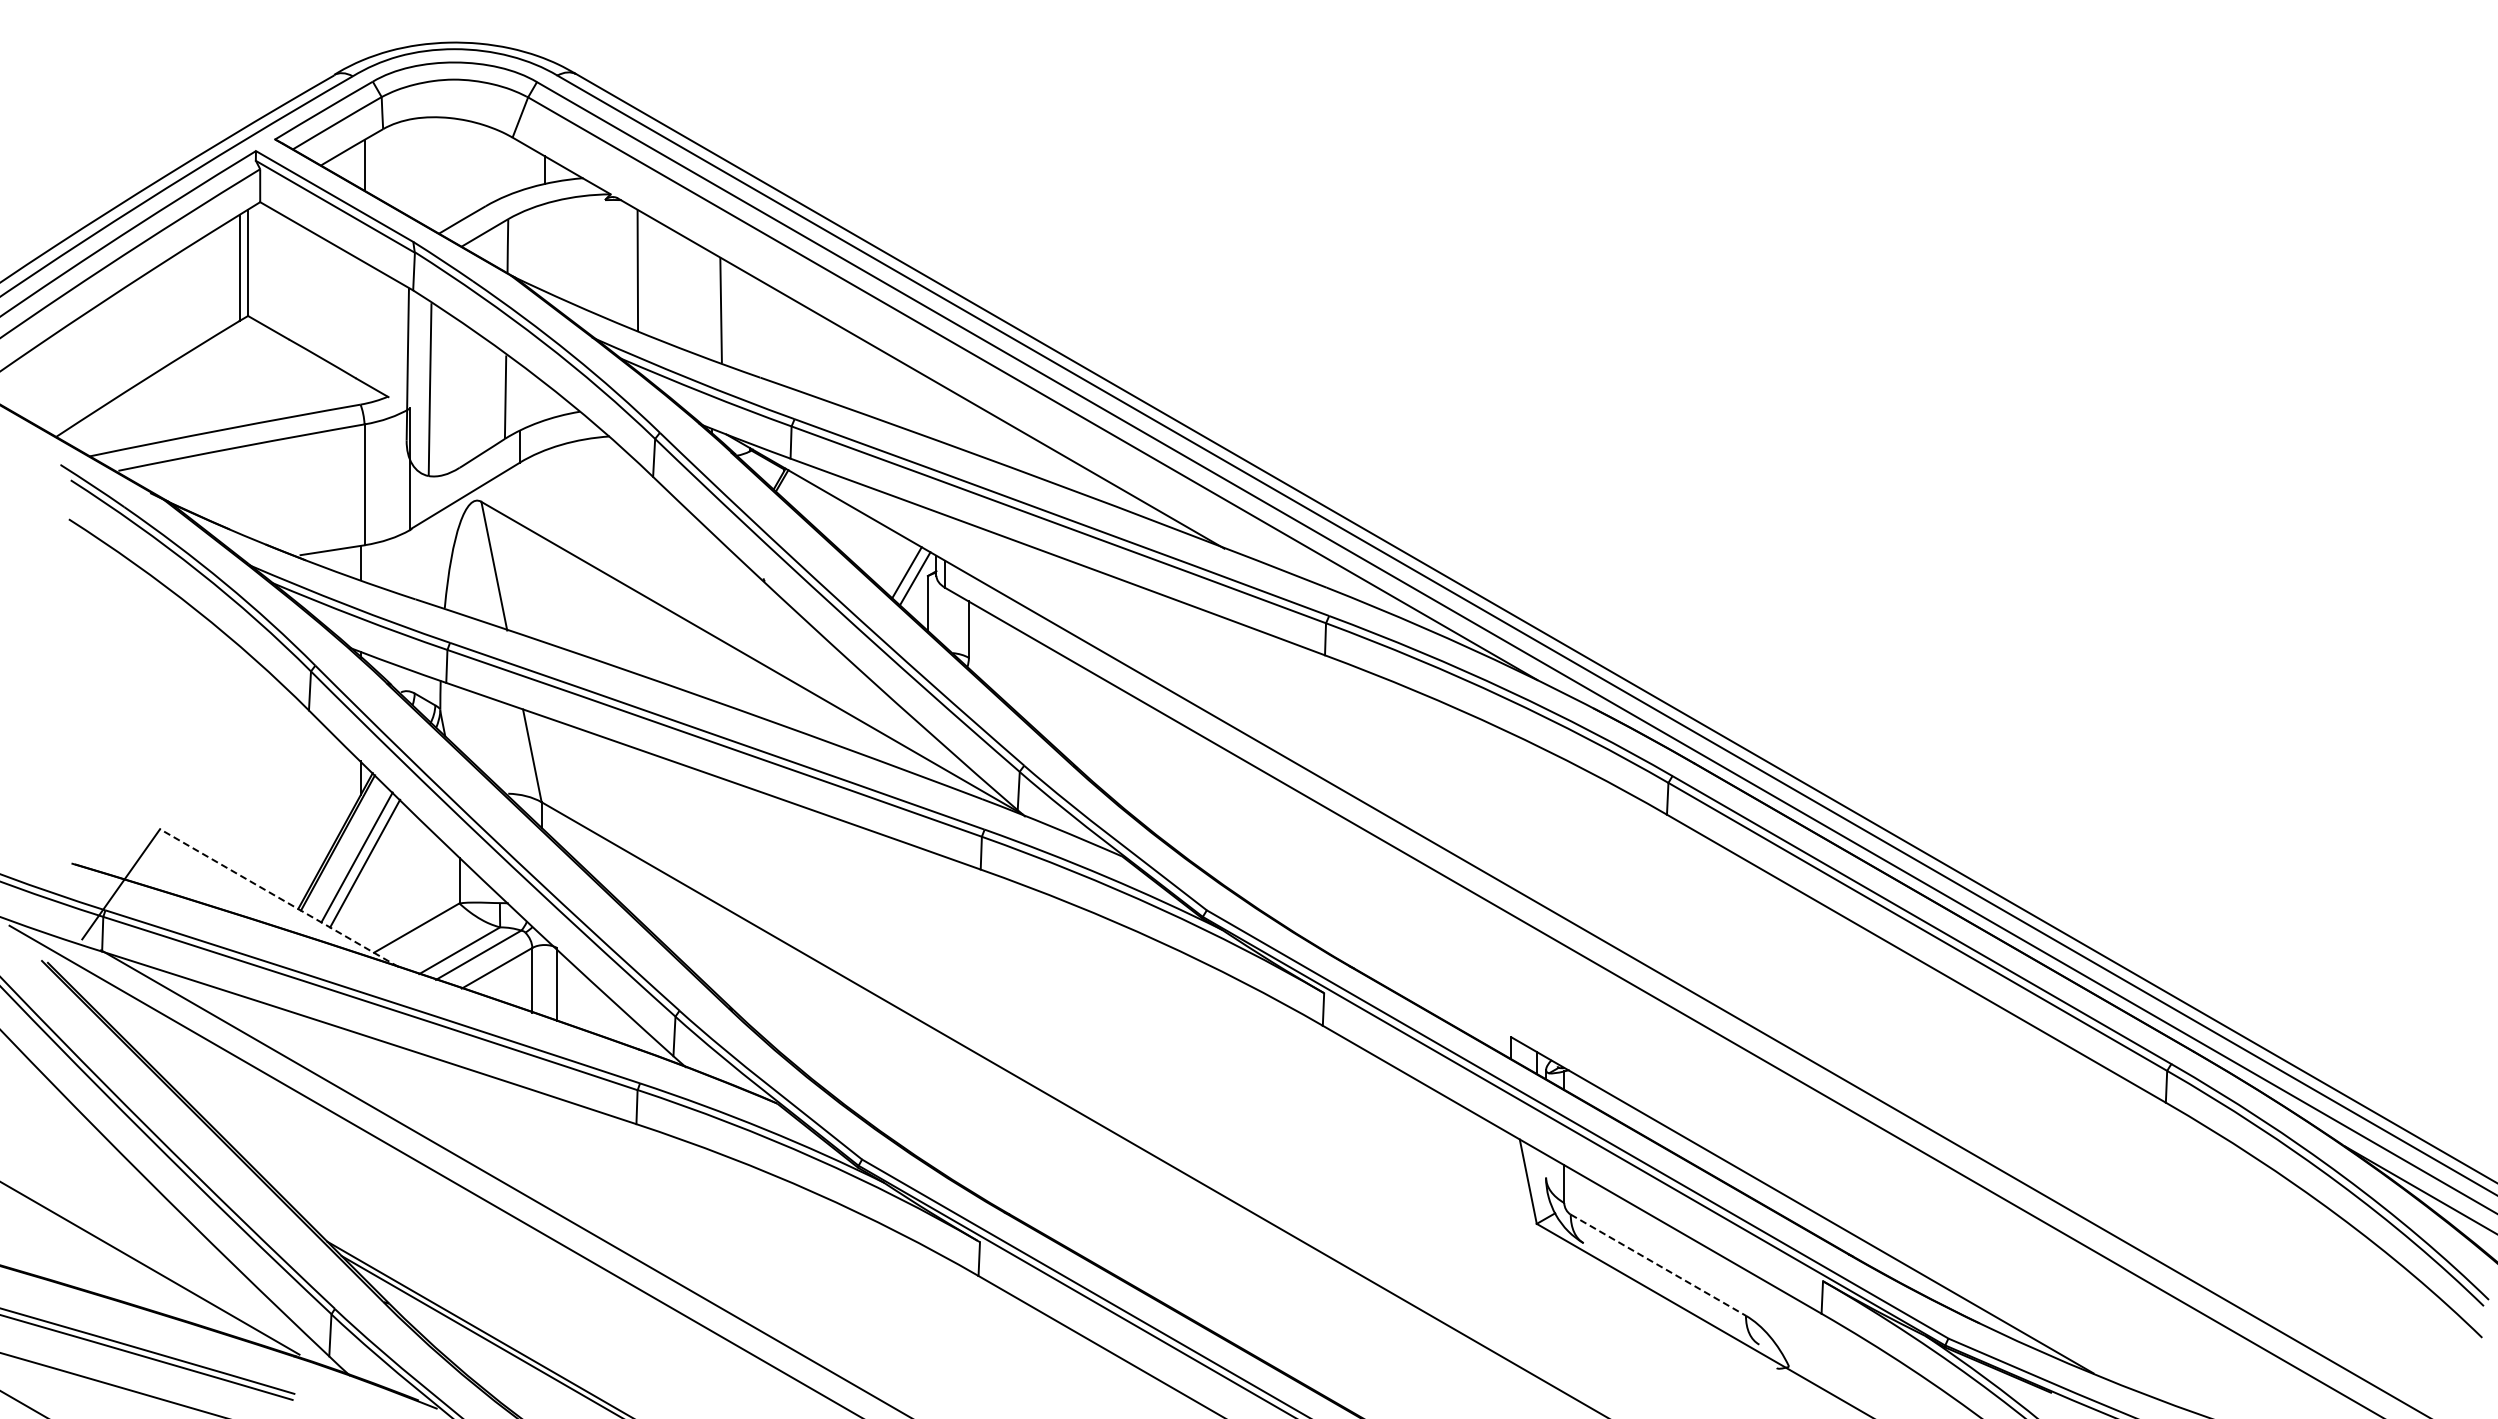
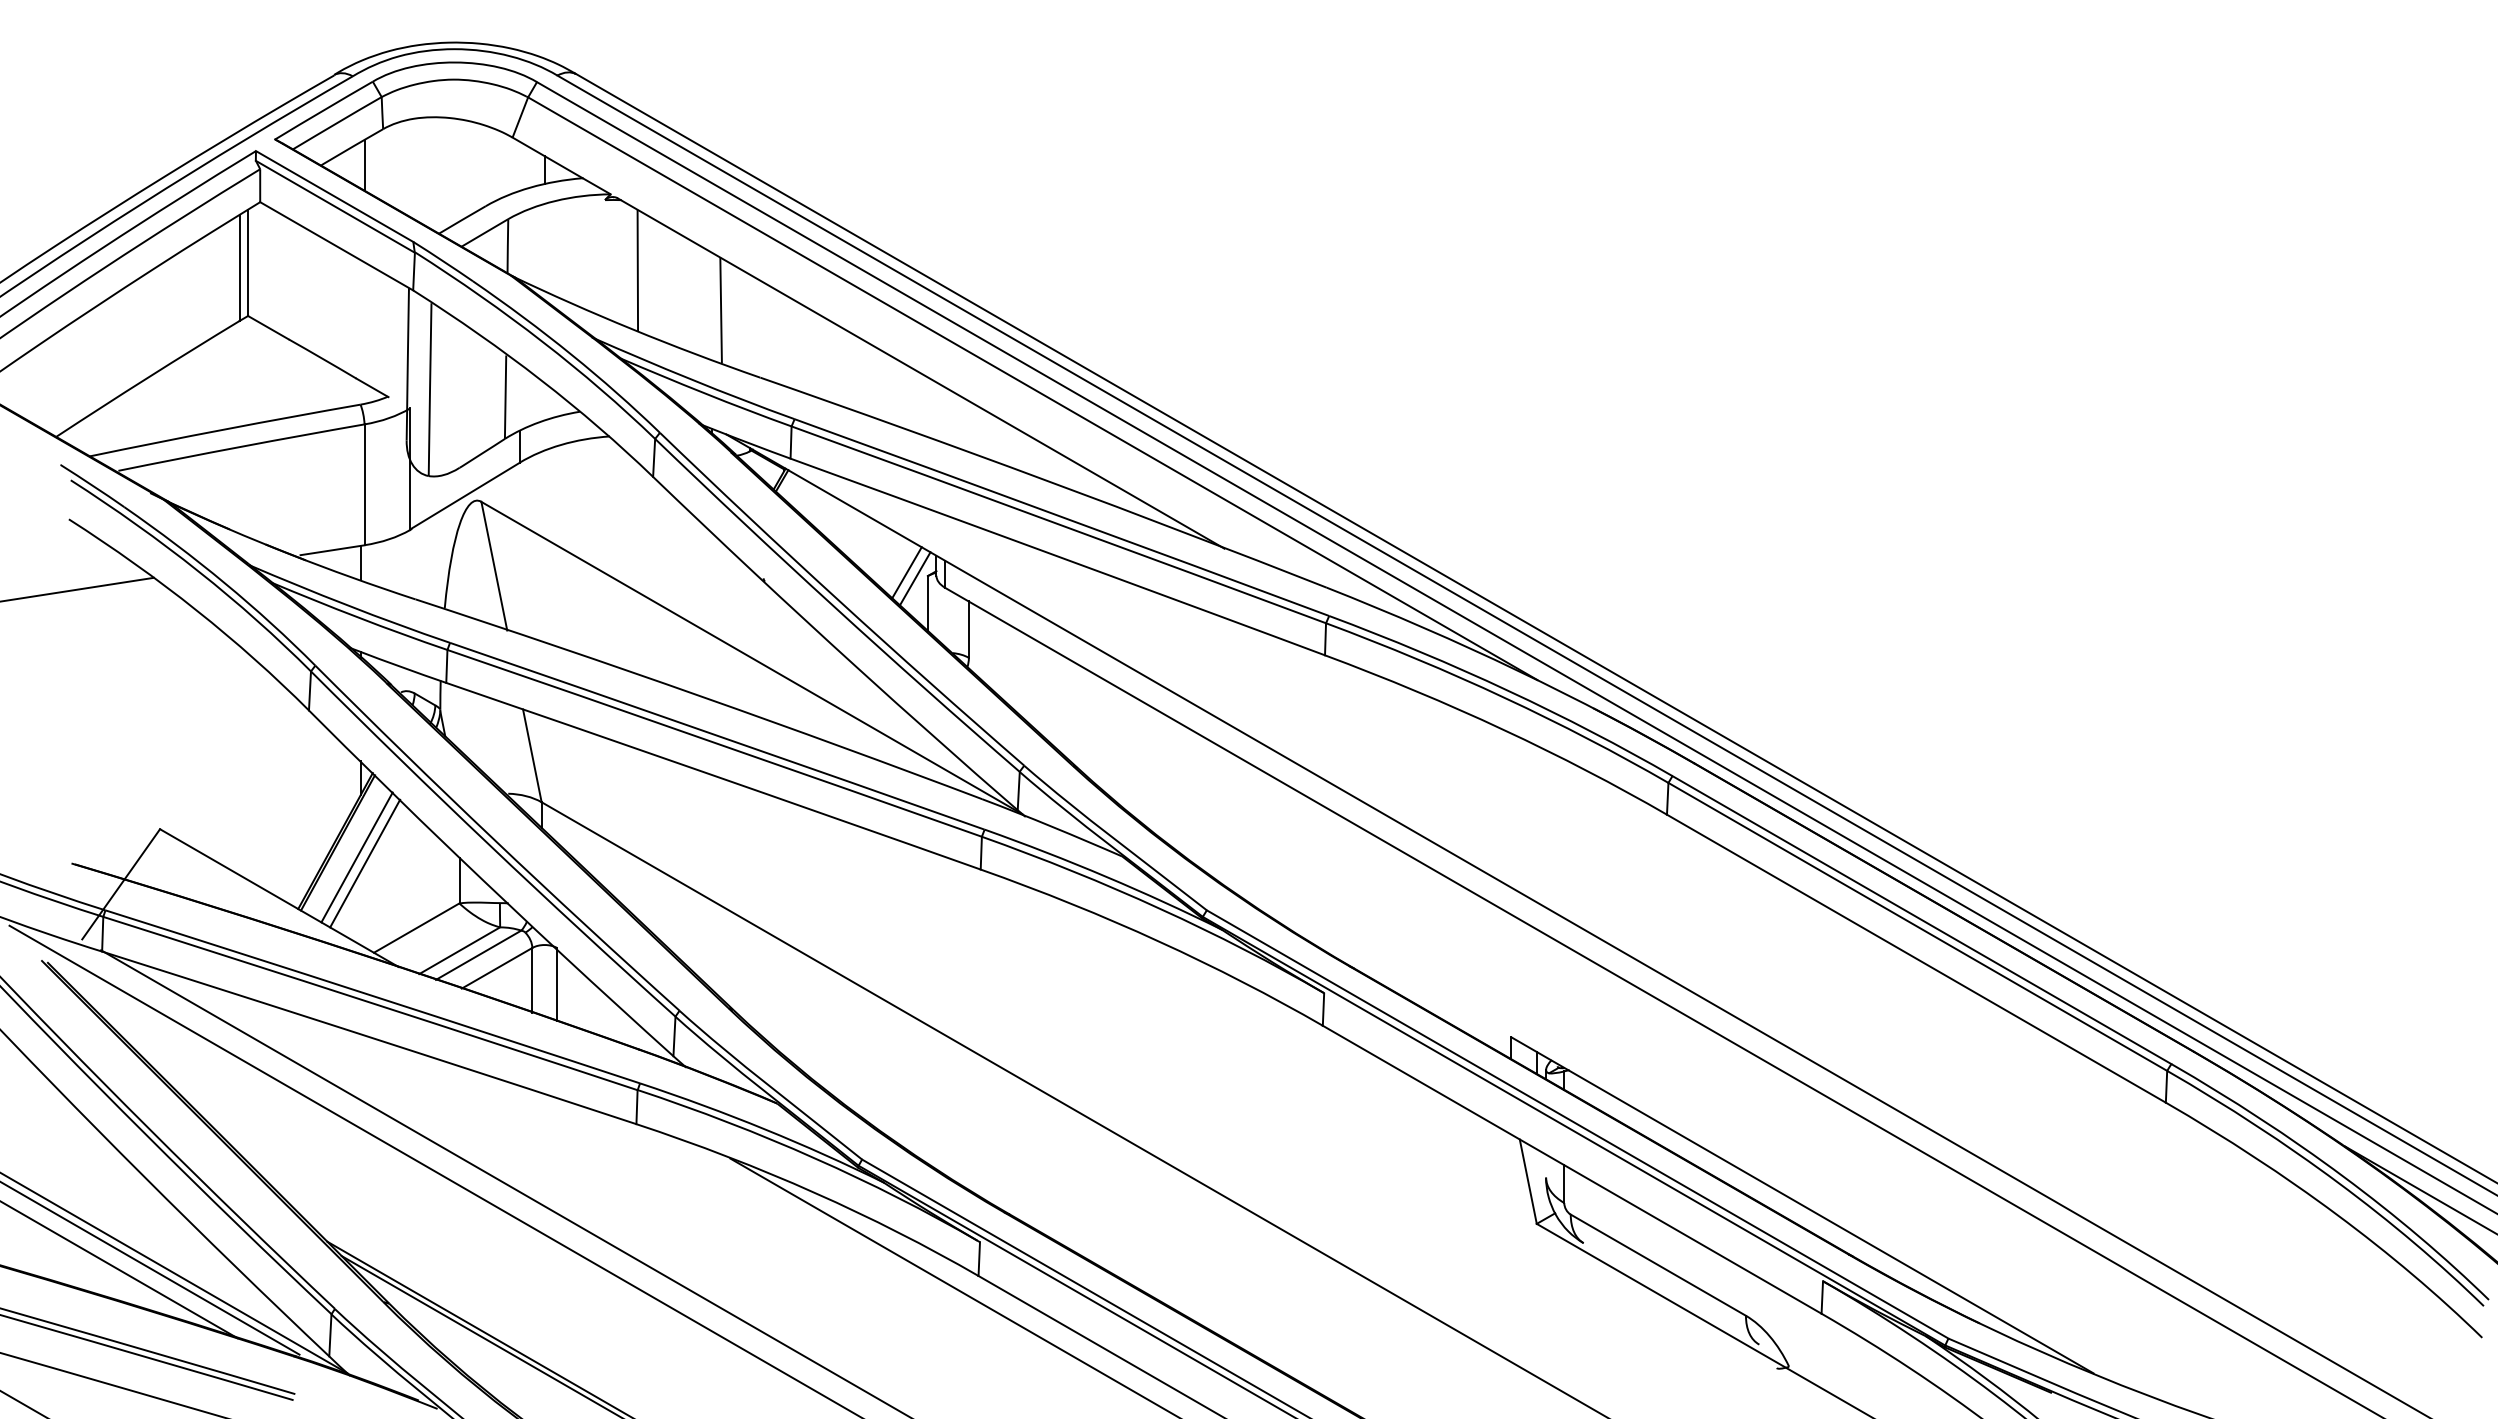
line at (77, 589): none -> present
line at (279, 898): dashed -> solid
line at (1658, 1265): dashed -> solid
line at (119, 1270): none -> present
line at (174, 1273): none -> present
line at (952, 1286): none -> present
